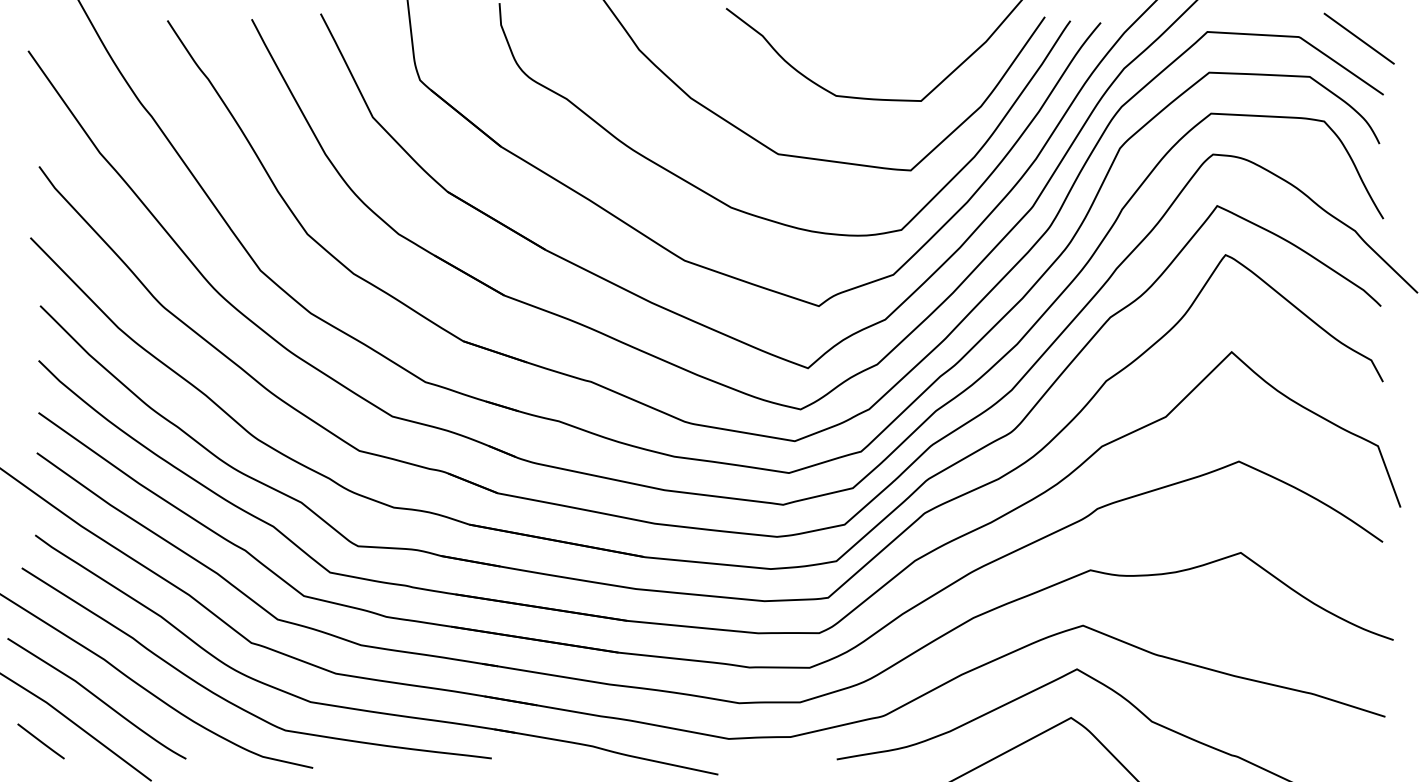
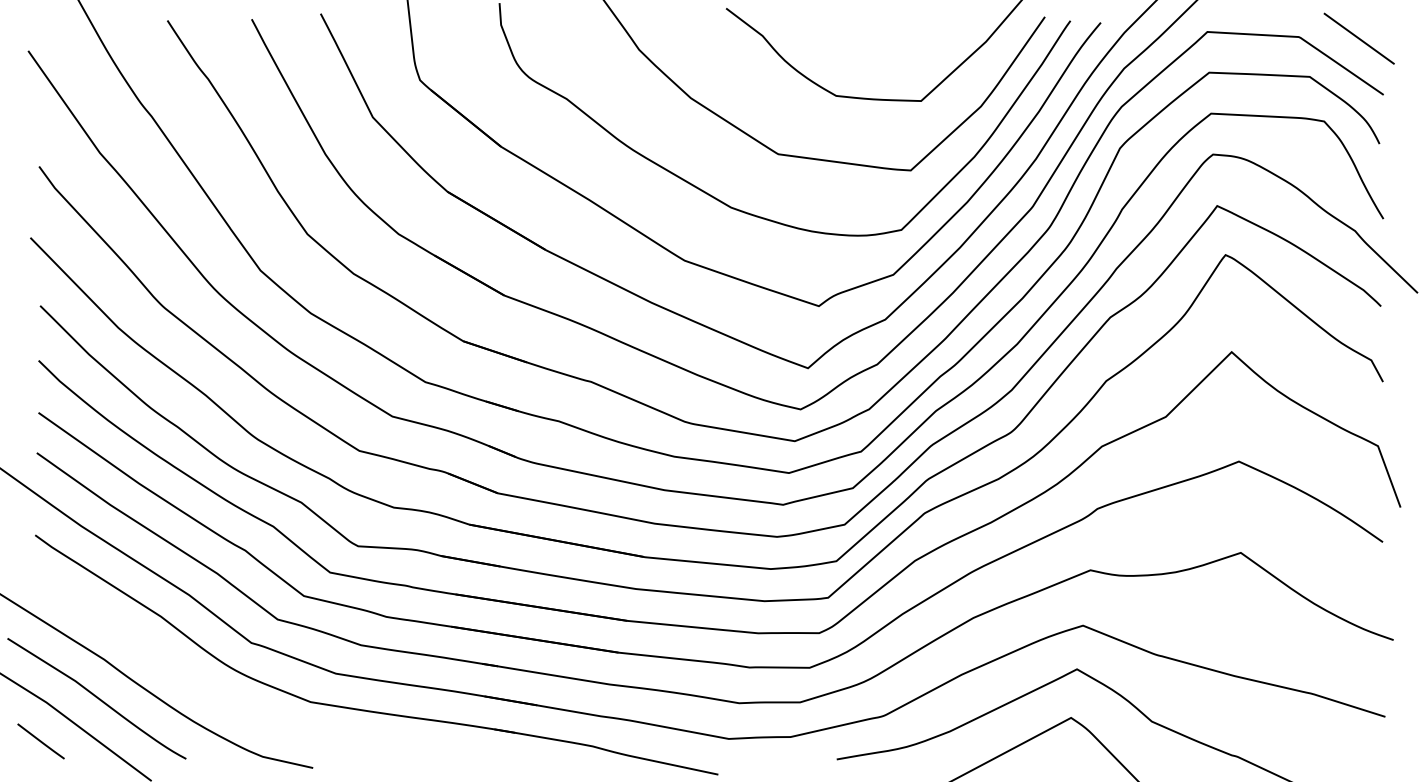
curve at (236, 704): present -> none
